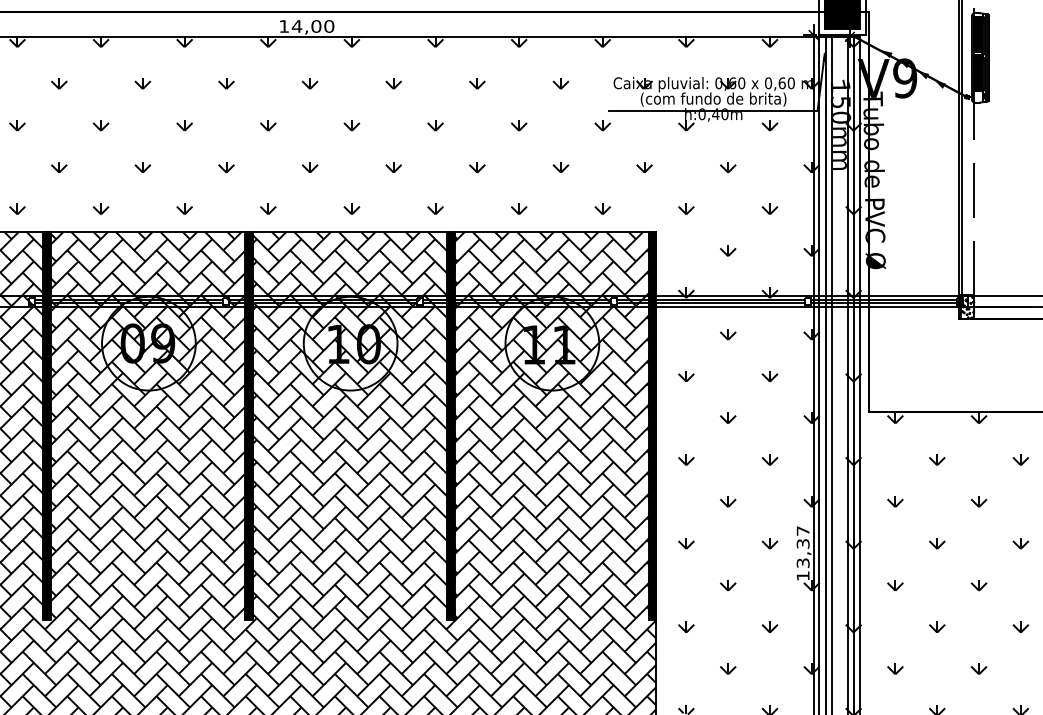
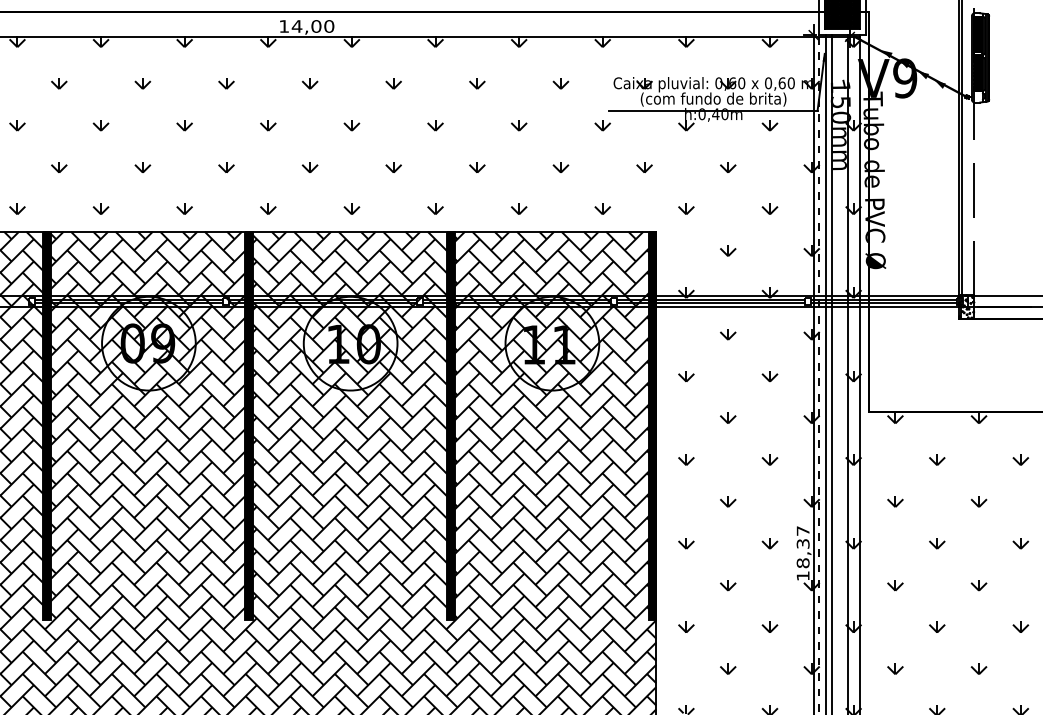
line at (854, 373): present -> none
line at (819, 375): solid -> dashed
text at (802, 563): 13,37 -> 18,37
